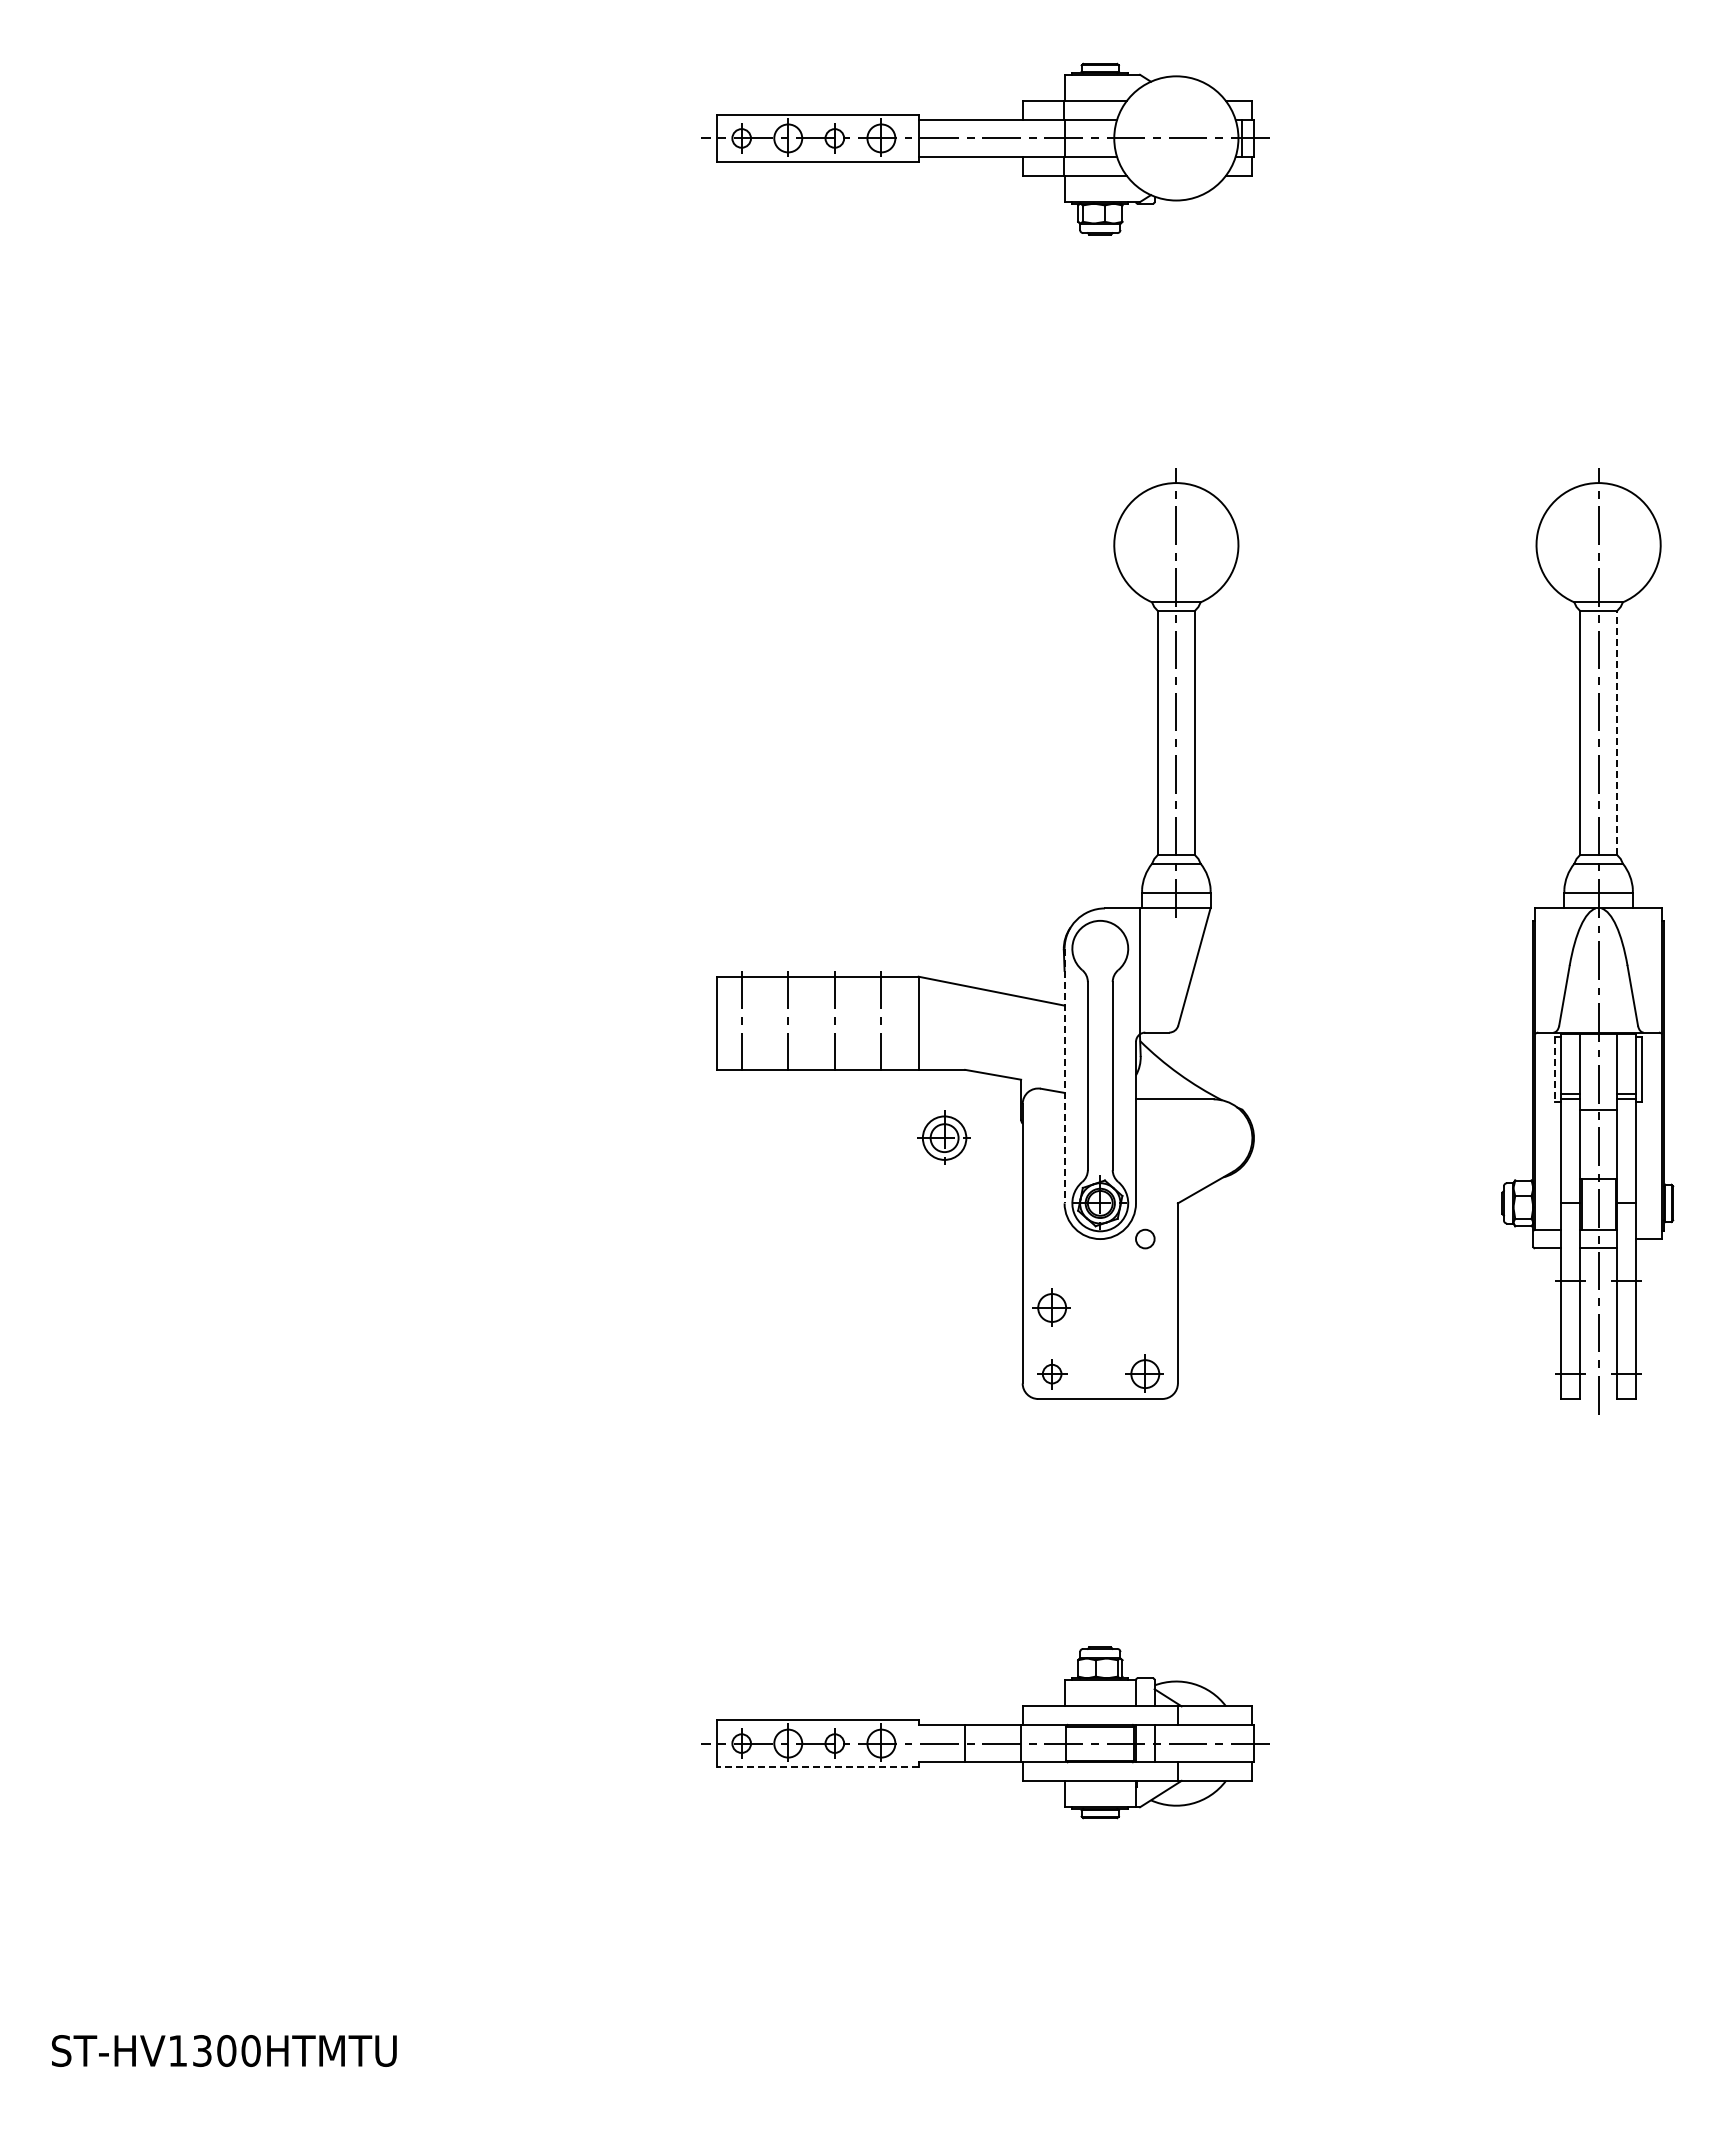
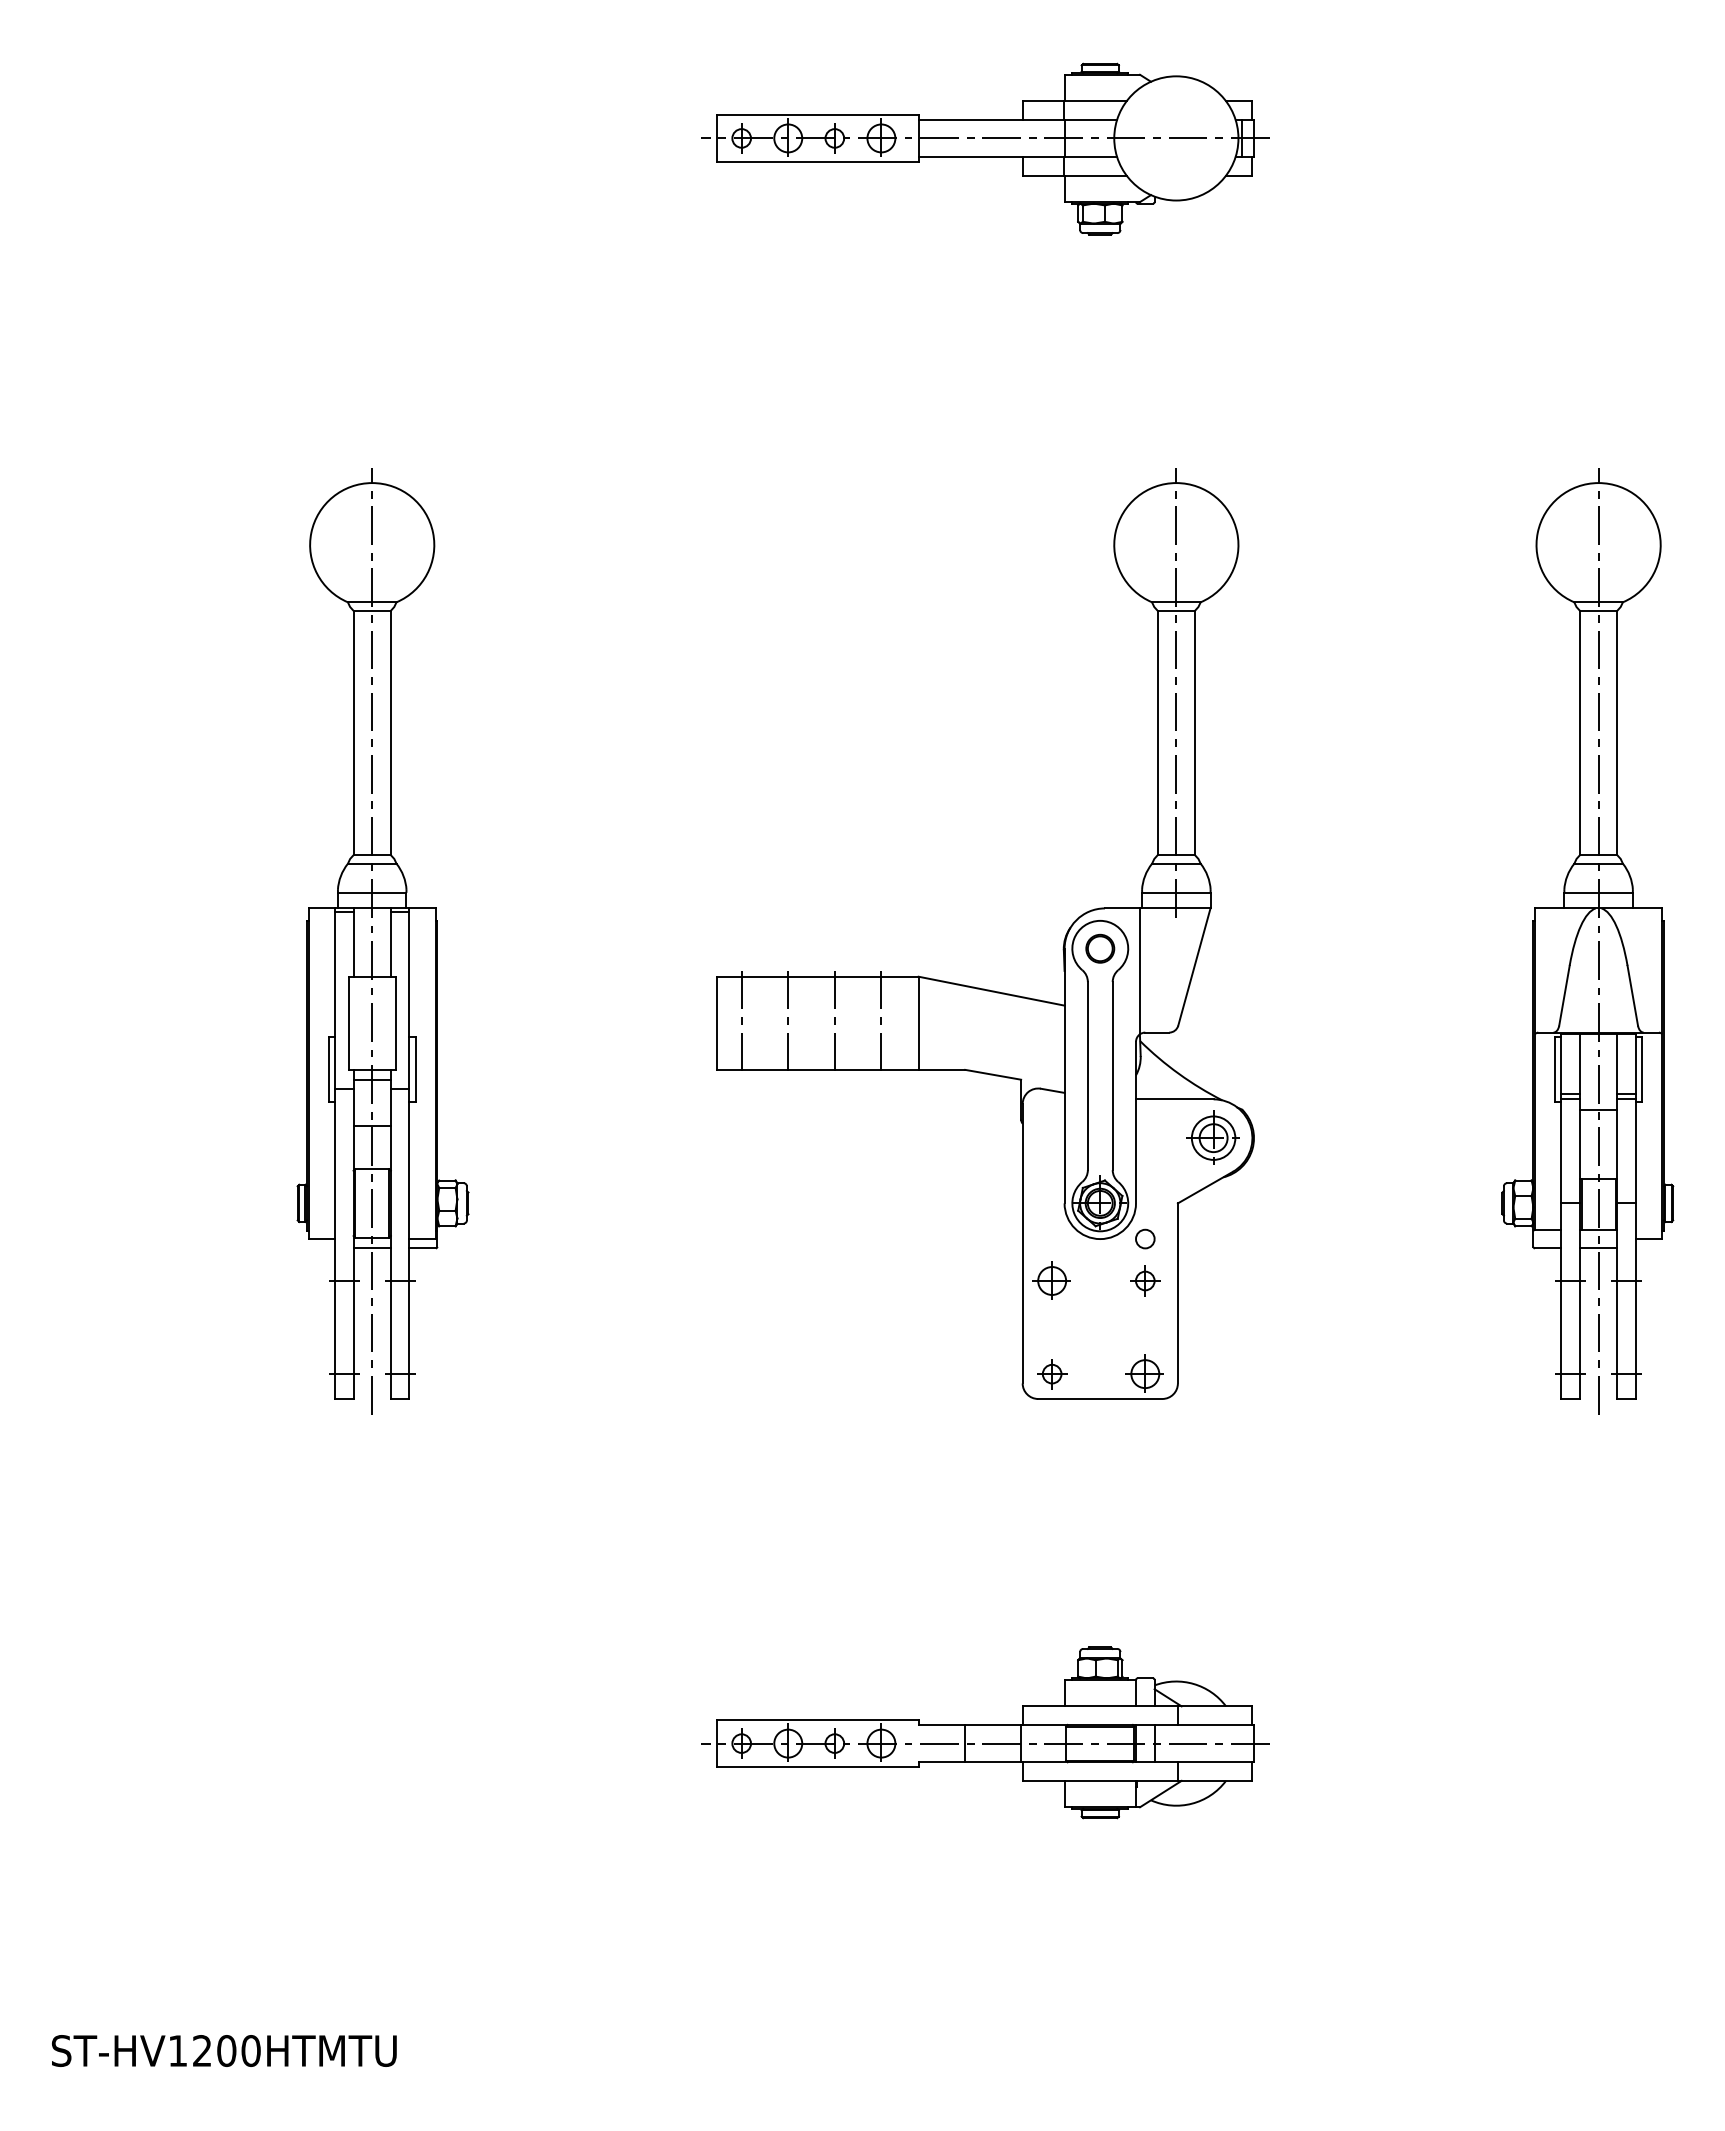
line at (1617, 732): dashed -> solid
part at (382, 941): none -> present
part at (1100, 948): none -> present
line at (1555, 1069): dashed -> solid
line at (1064, 1076): dashed -> solid
part at (943, 1137) position: (943, 1137) -> (1212, 1137)
part at (1145, 1280): none -> present
part at (1051, 1307) position: (1051, 1307) -> (1051, 1280)
line at (817, 1766): dashed -> solid
text at (202, 2051): ST-HV1300HTMTU -> ST-HV1200HTMTU
